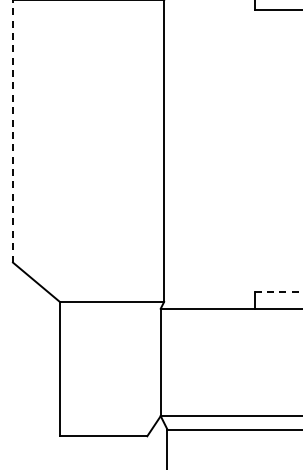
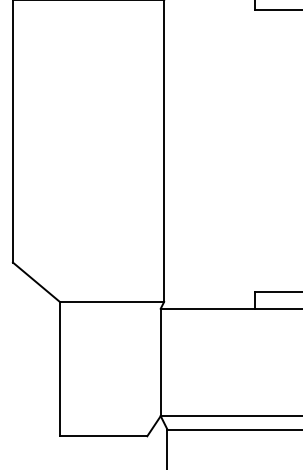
line at (13, 131): dashed -> solid
line at (278, 291): dashed -> solid
